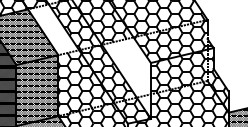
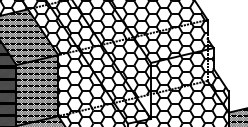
hatch at (55, 29): none -> present
hatch at (128, 68): none -> present
